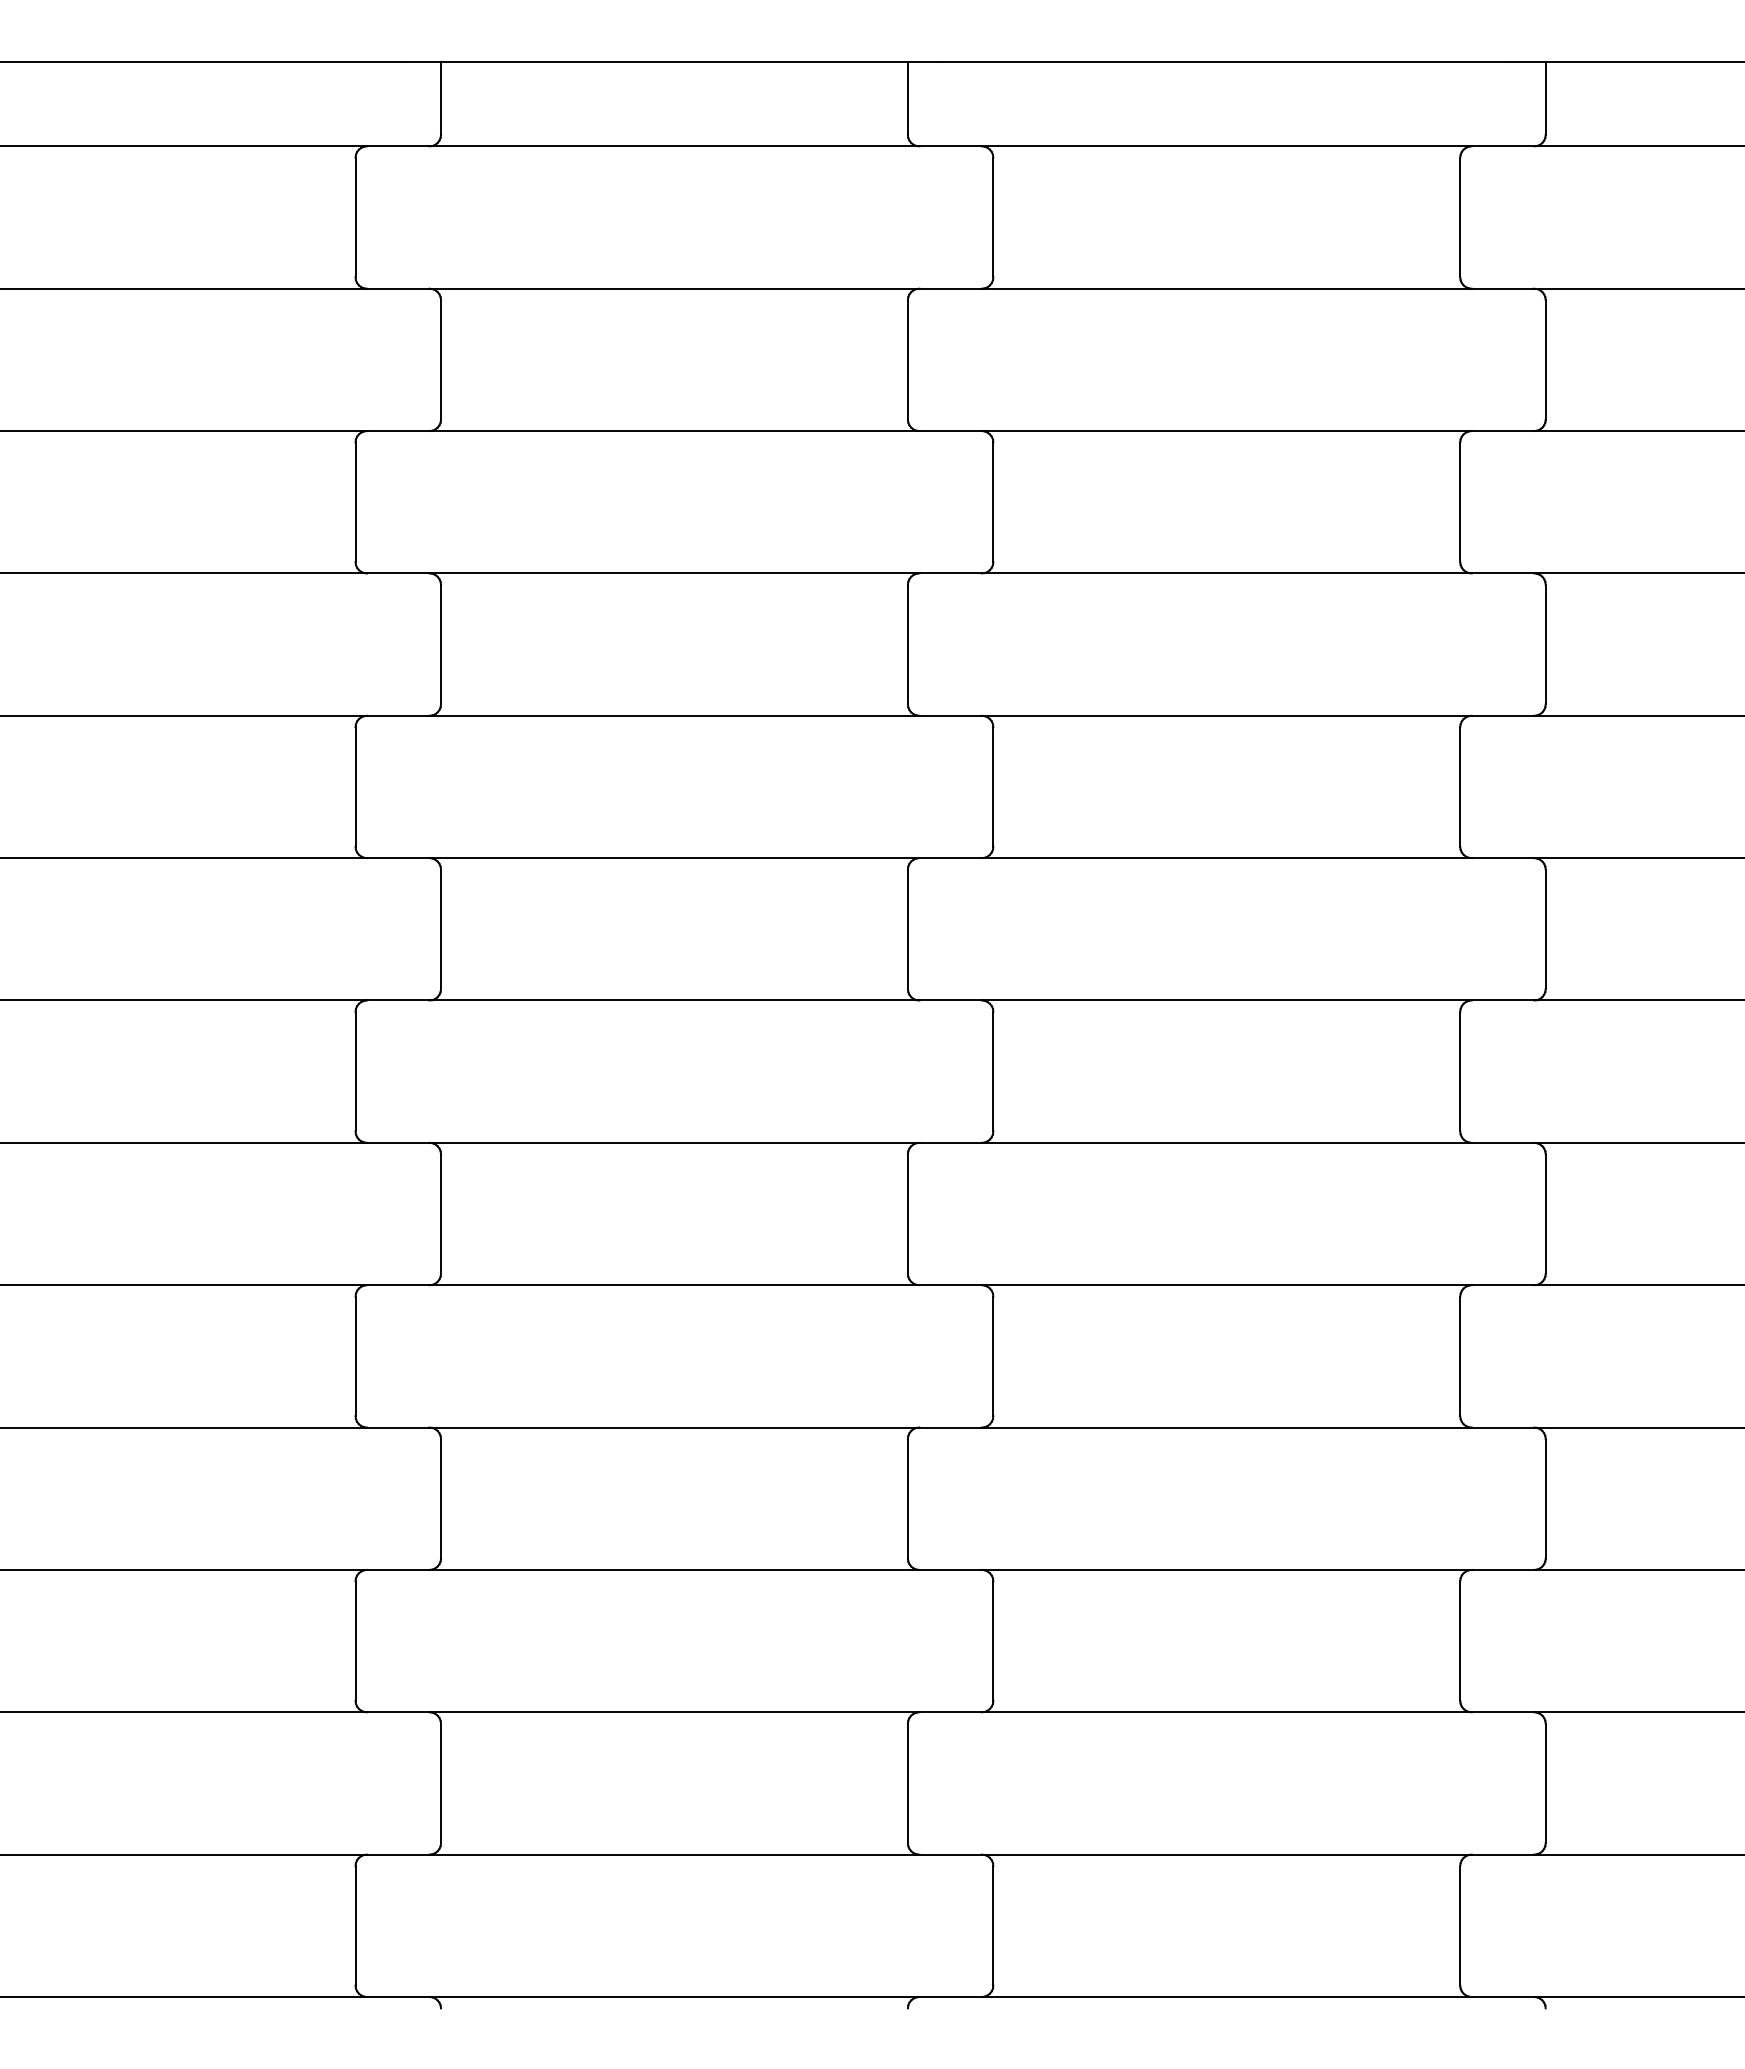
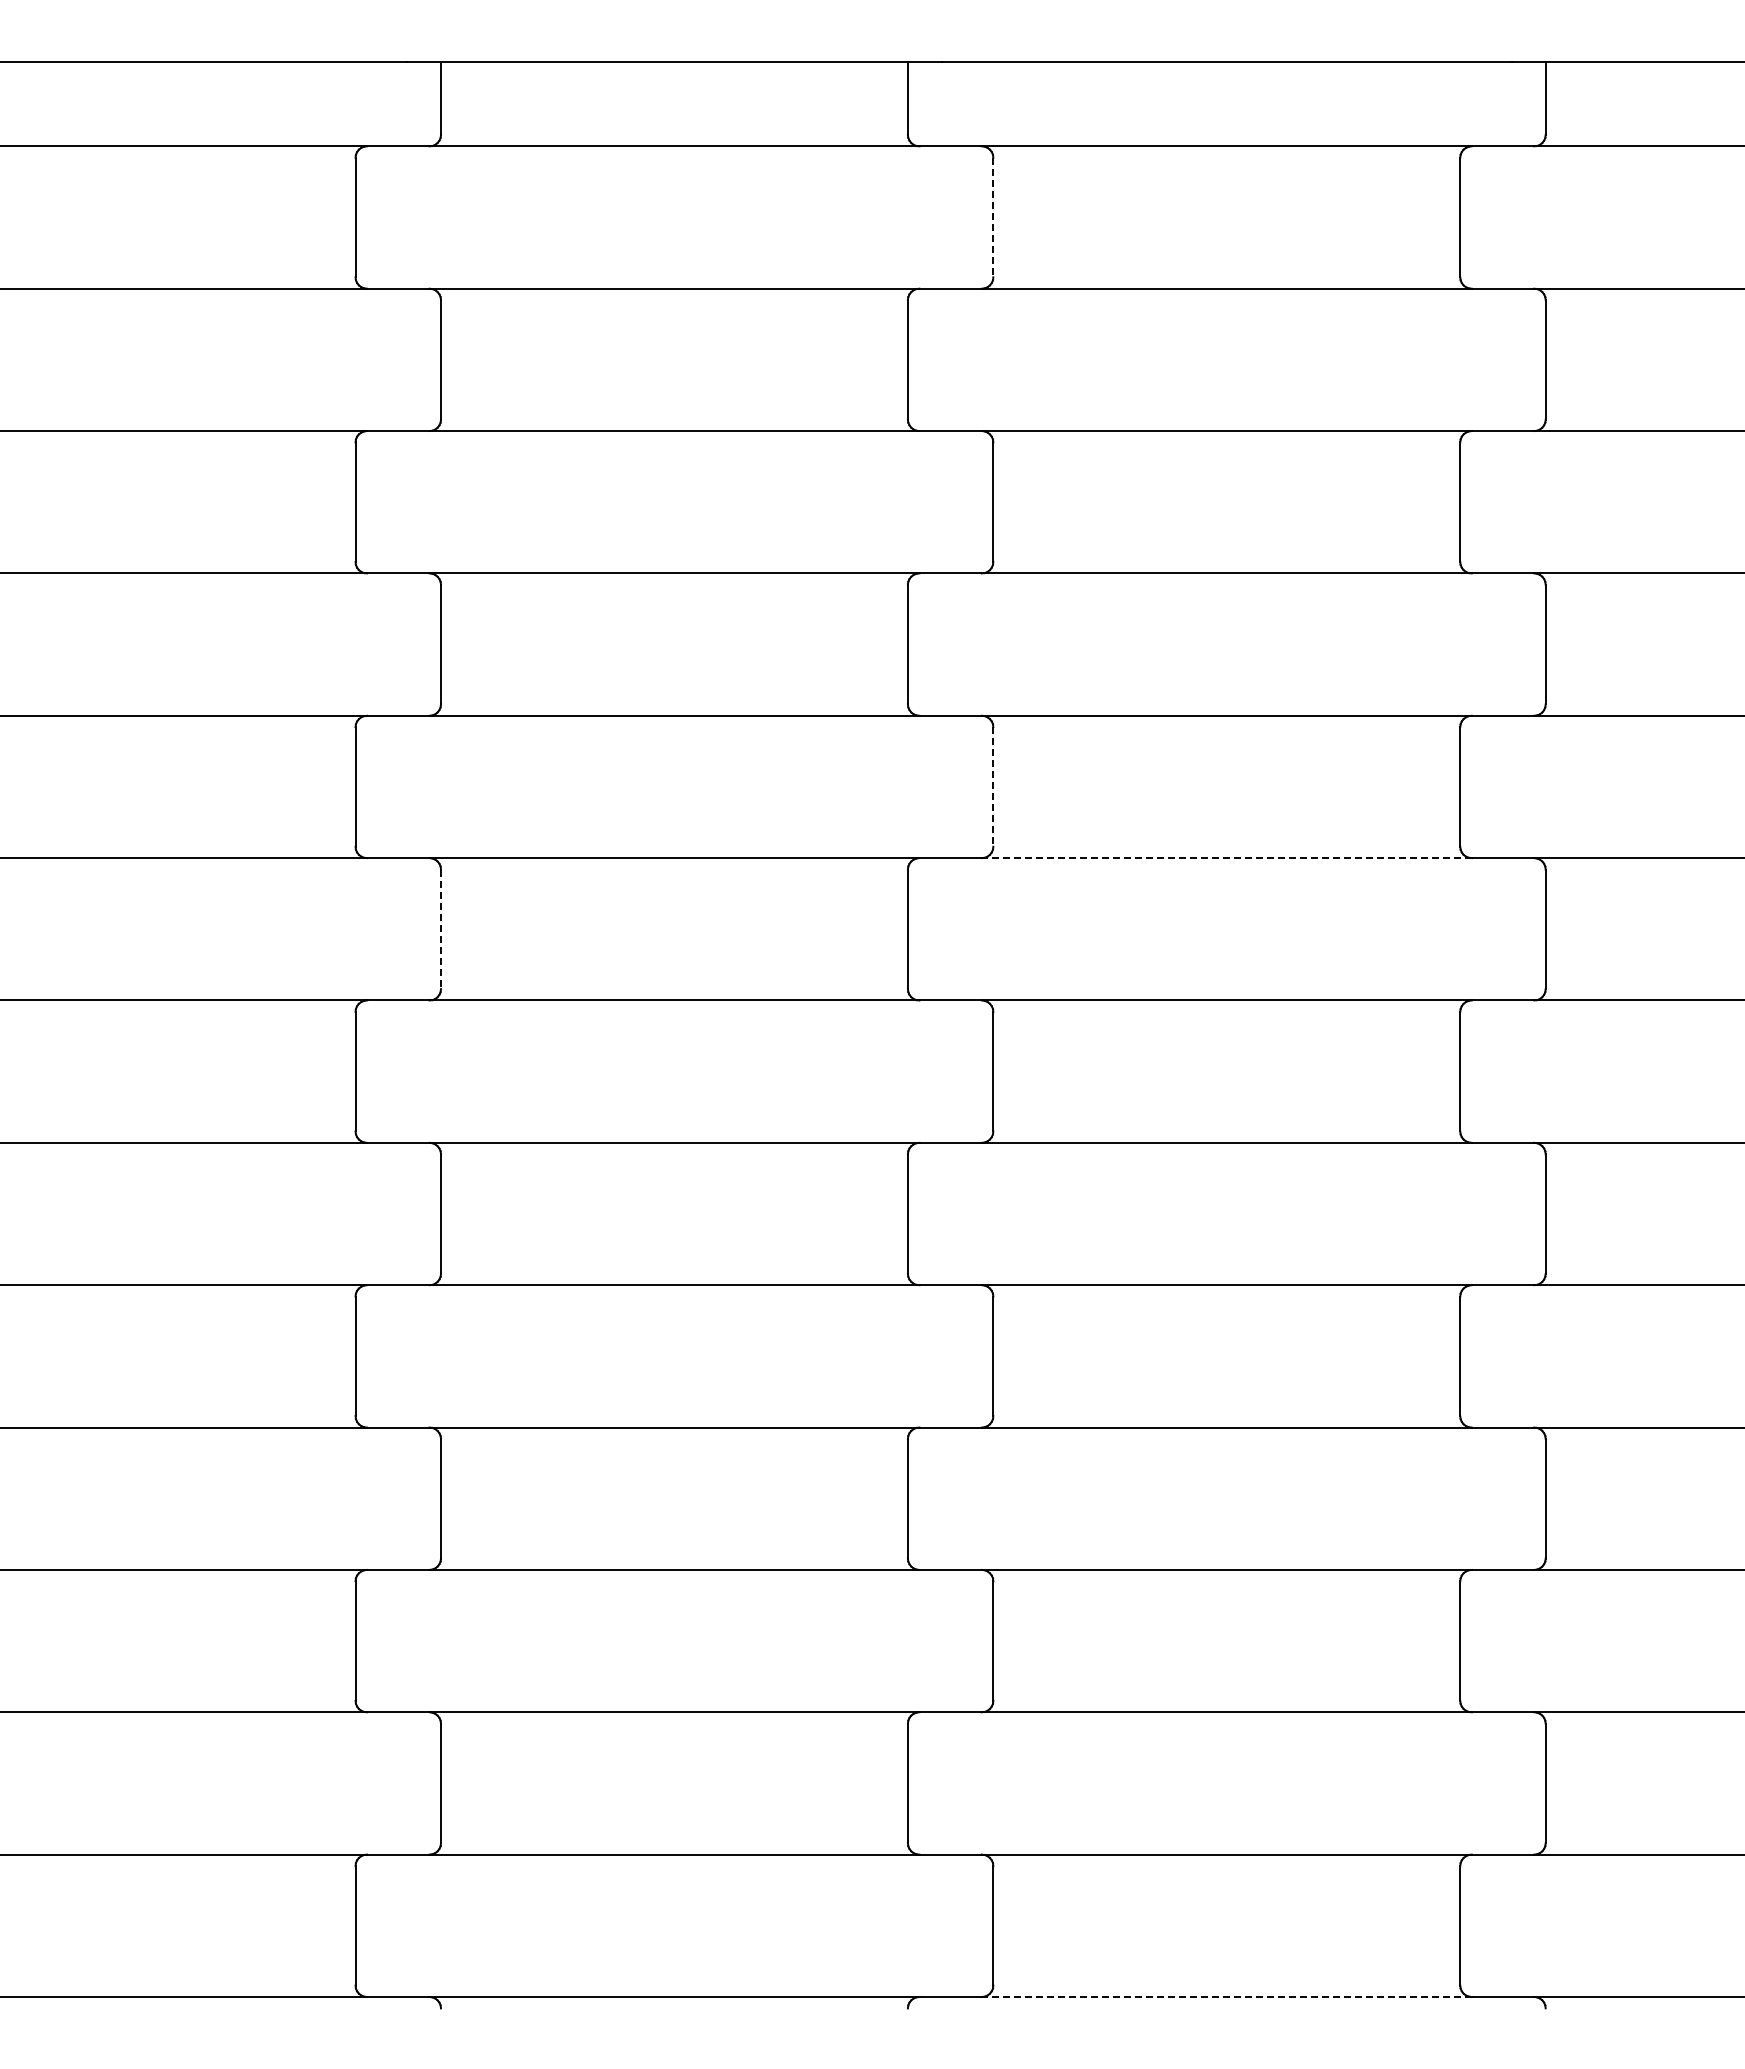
line at (993, 217): solid -> dashed
line at (993, 786): solid -> dashed
line at (1226, 858): solid -> dashed
line at (440, 929): solid -> dashed
line at (1226, 1996): solid -> dashed
